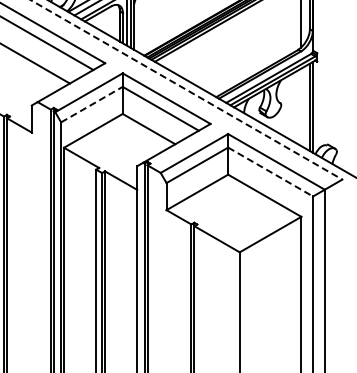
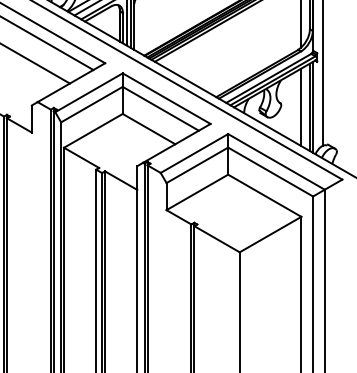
line at (323, 73): none -> present
line at (186, 89): dashed -> solid
line at (91, 104): dashed -> solid
line at (300, 106): none -> present
line at (270, 172): dashed -> solid
